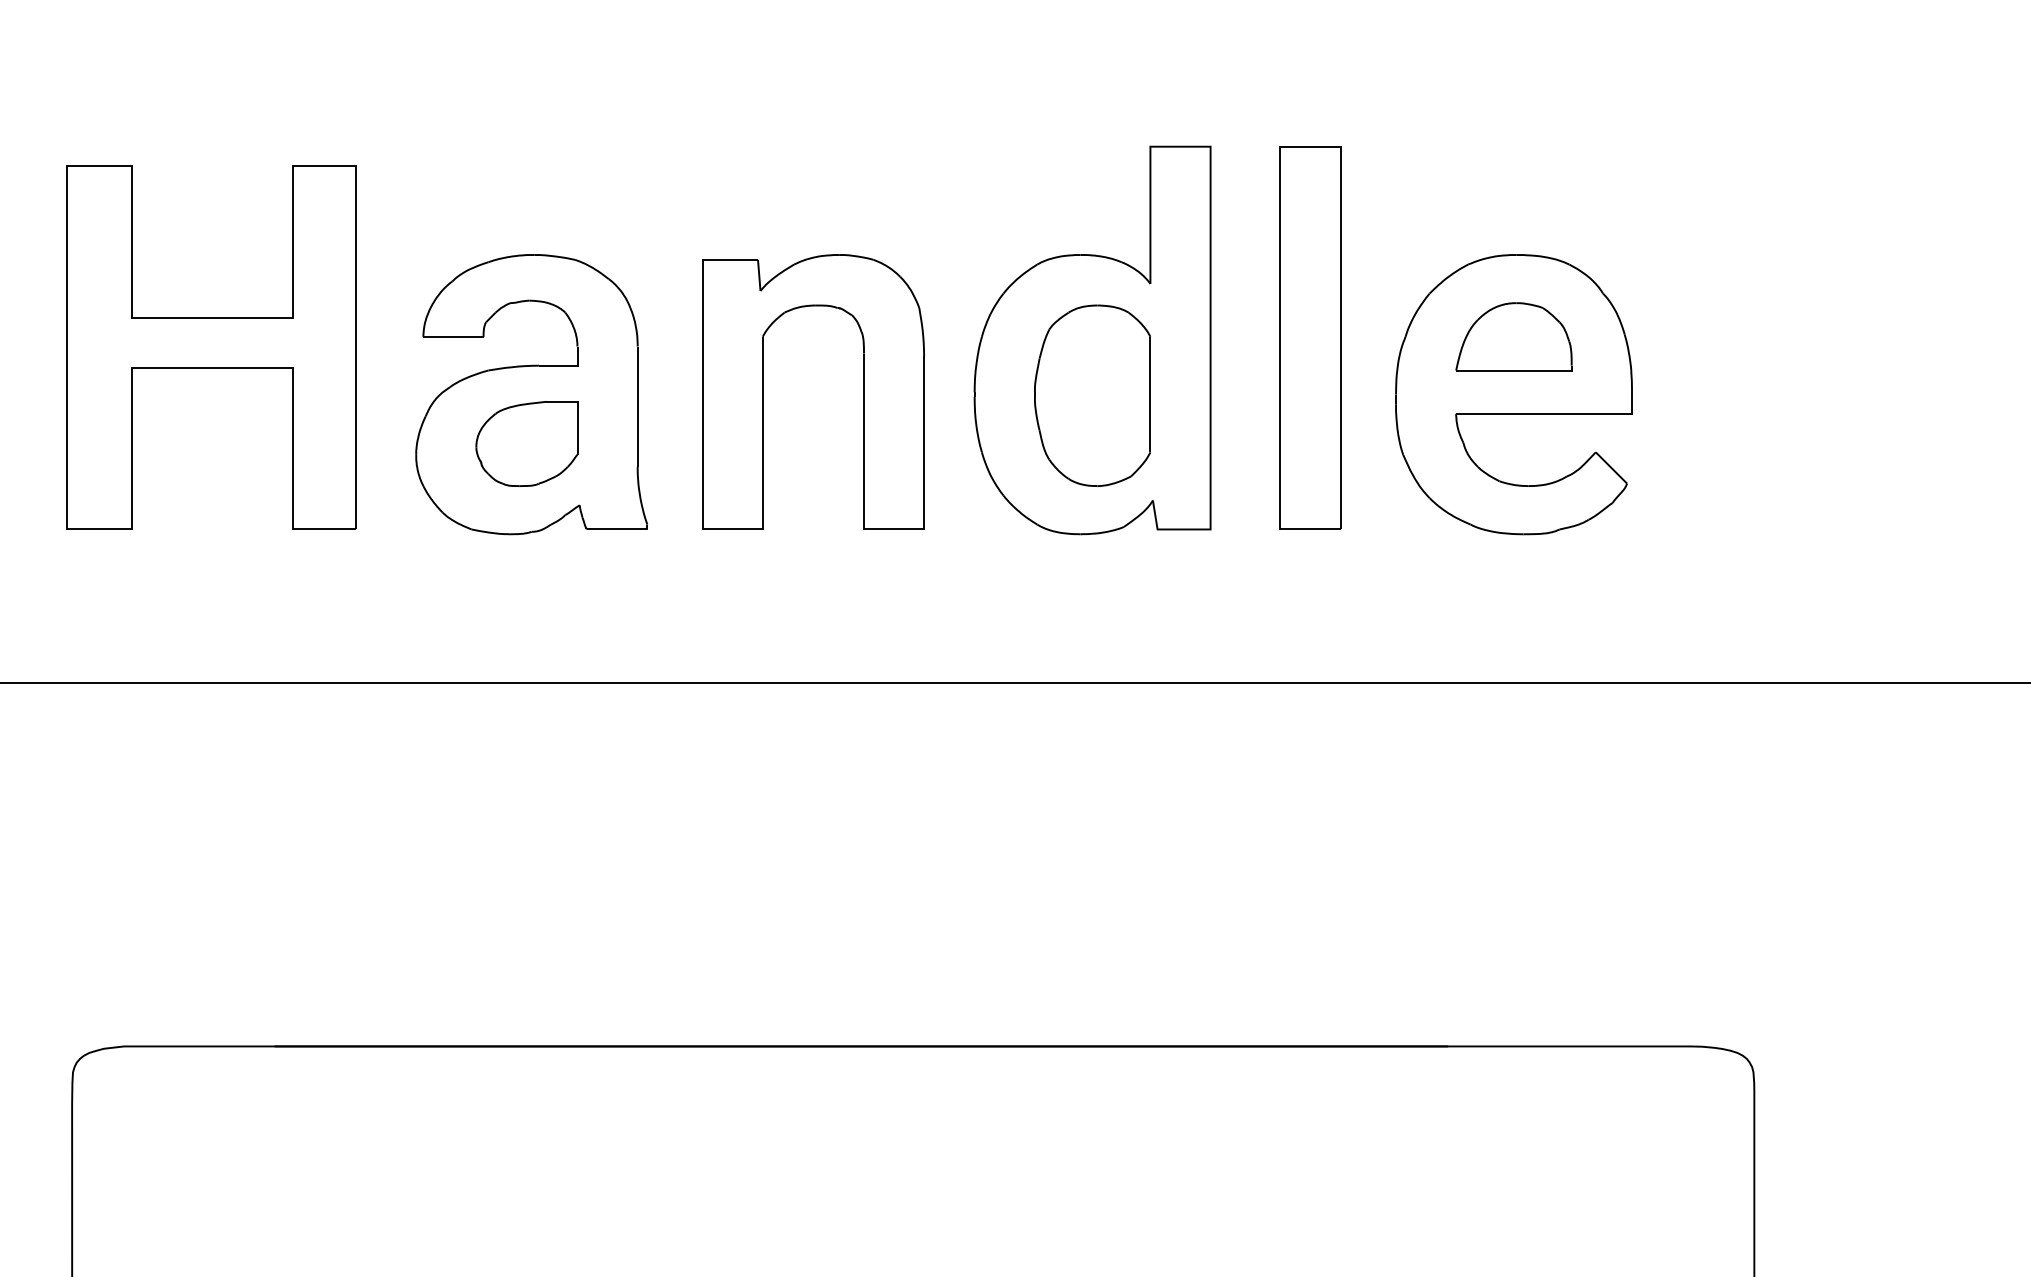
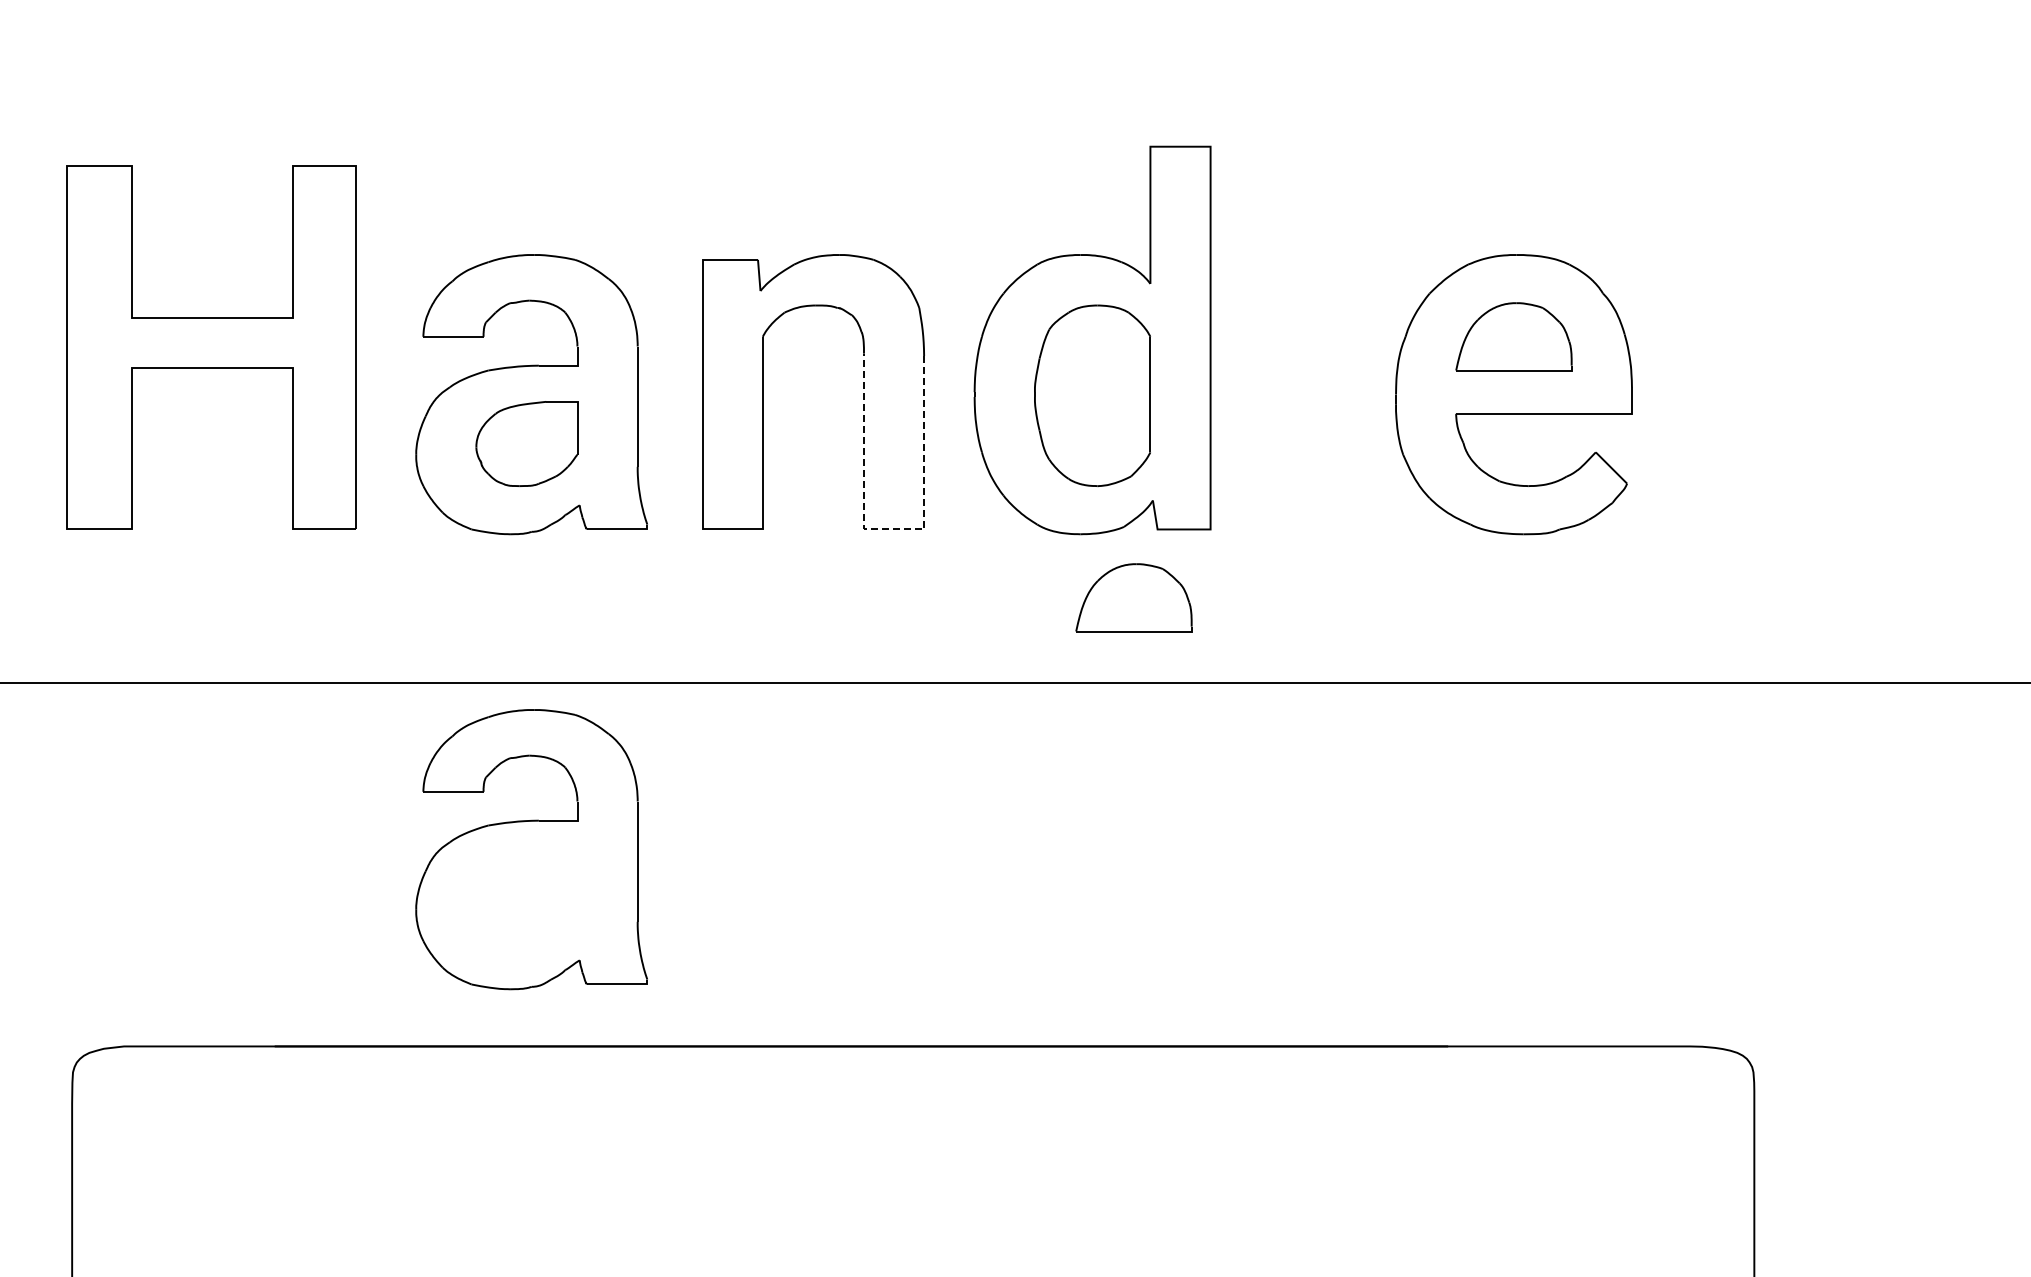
part at (1310, 337): present -> none
line at (892, 529): solid -> dashed
part at (1133, 597): none -> present
part at (531, 849): none -> present
